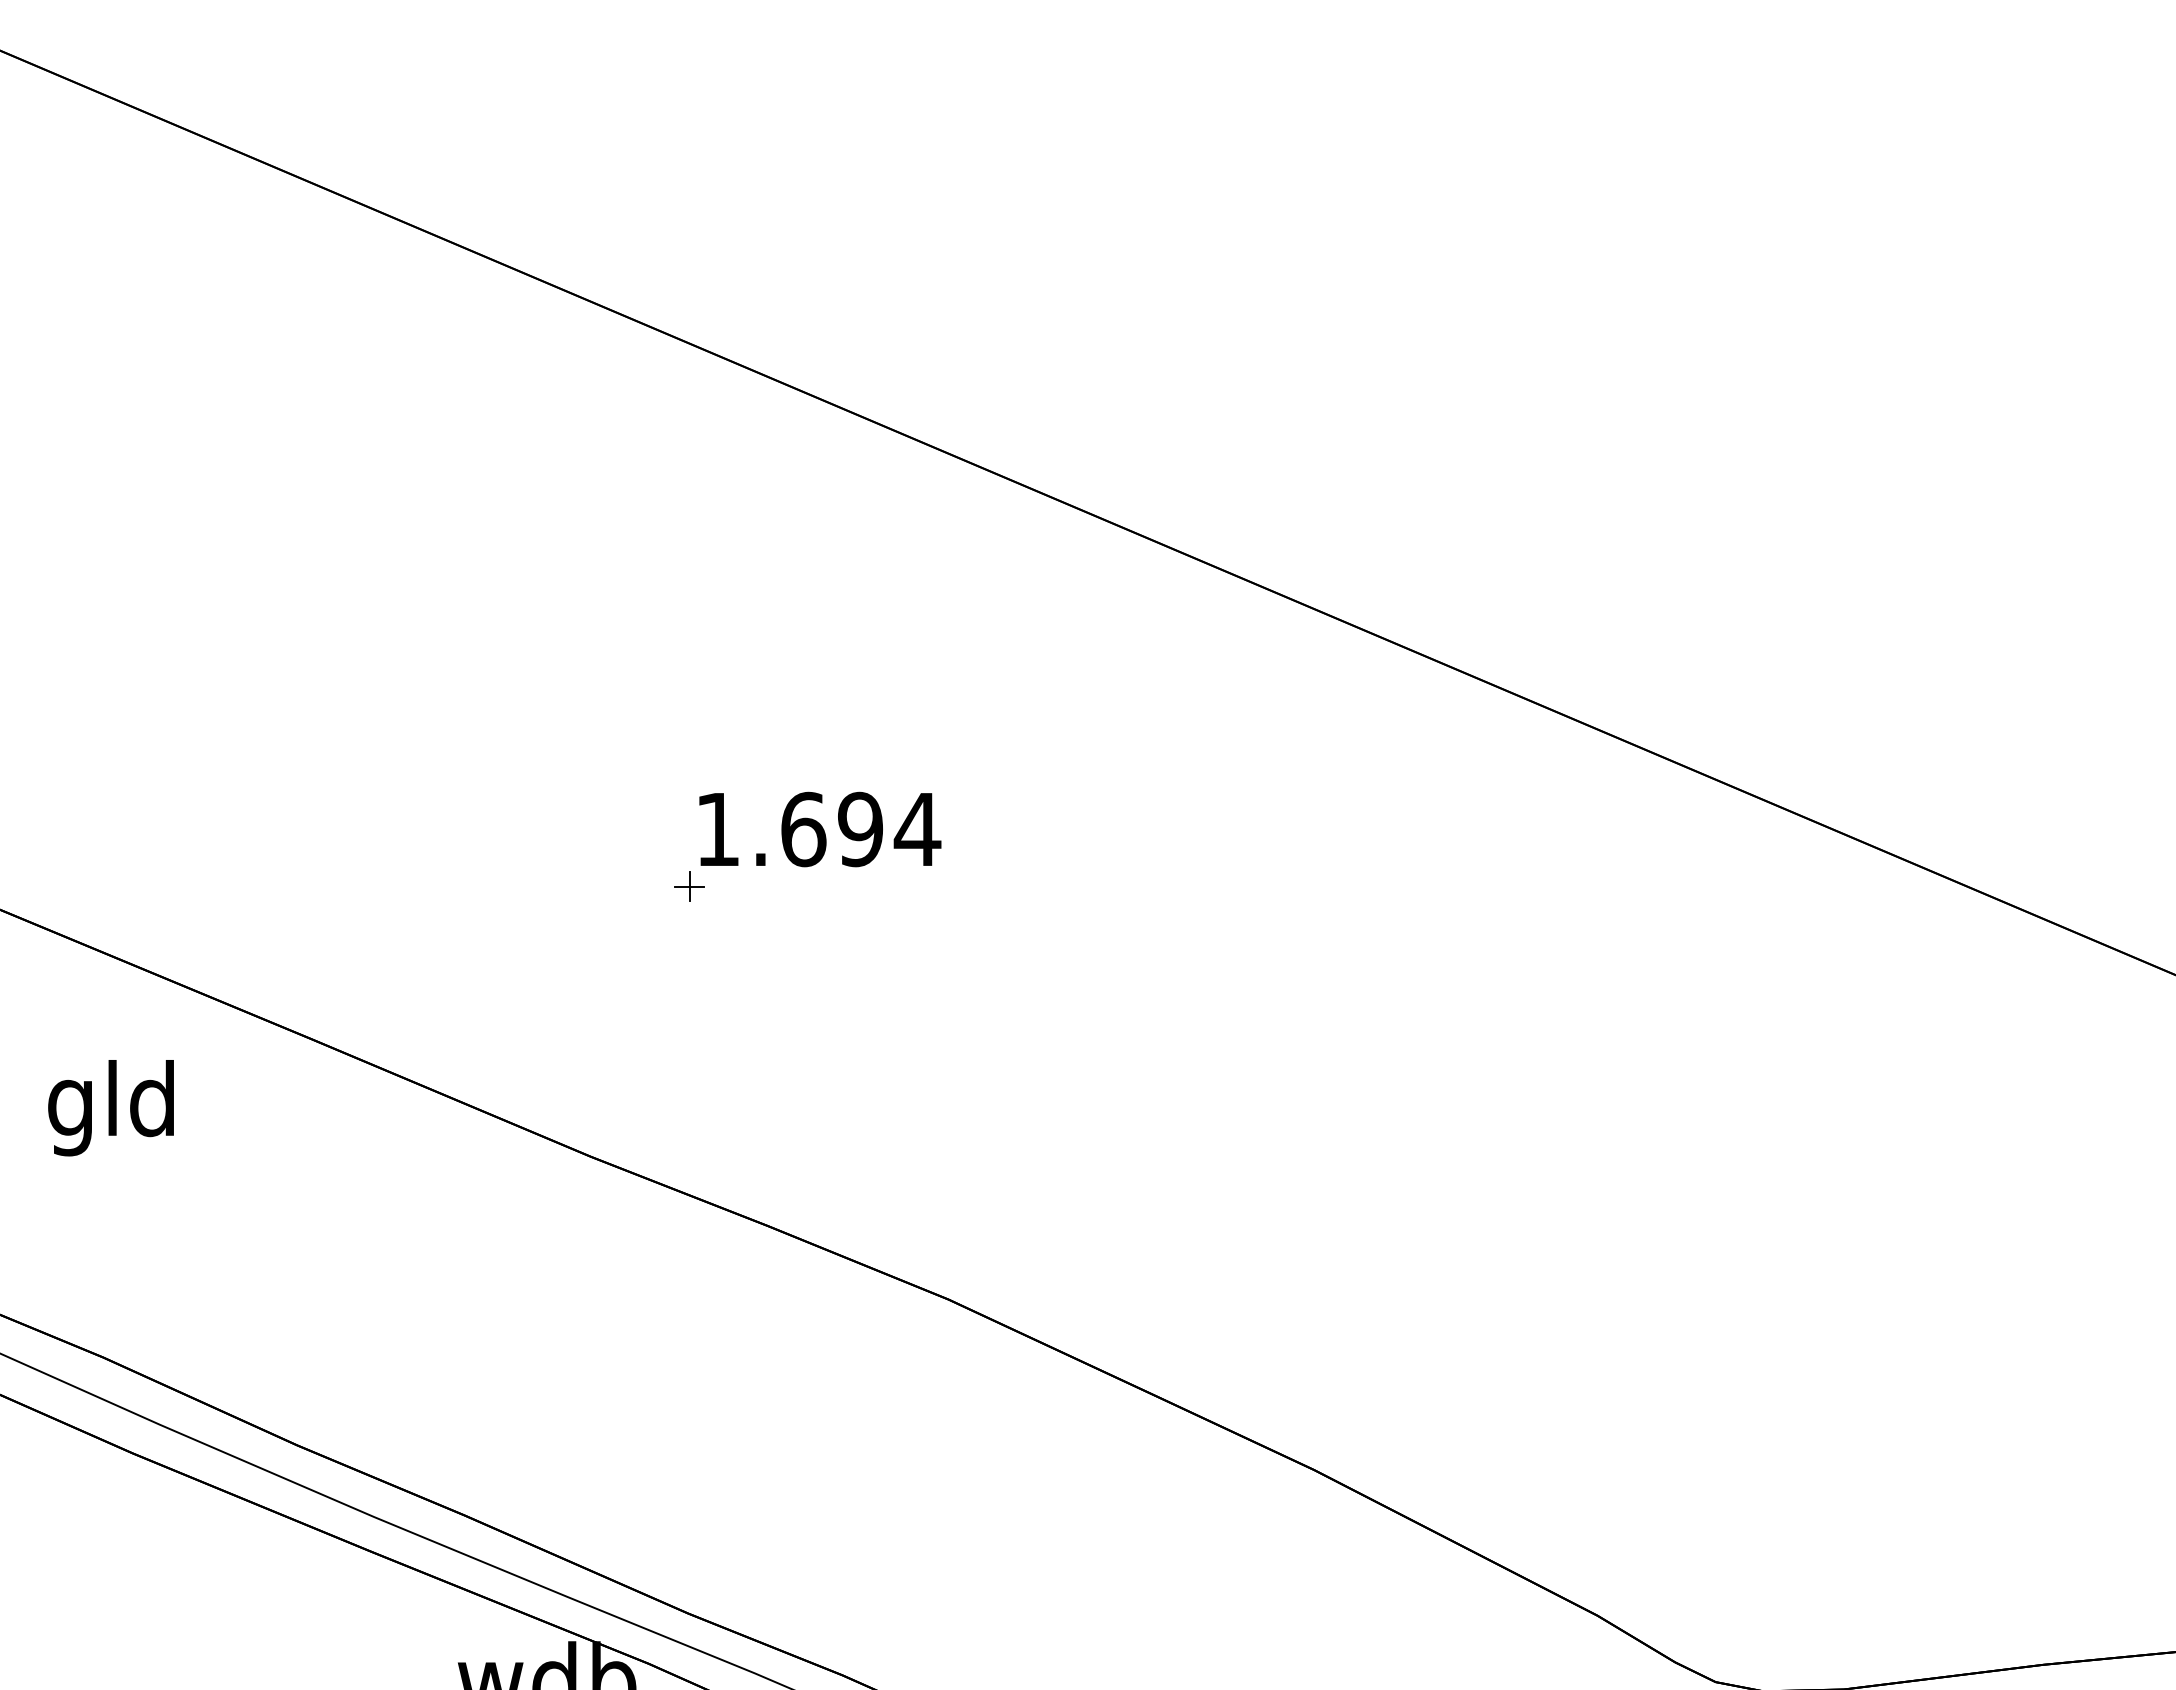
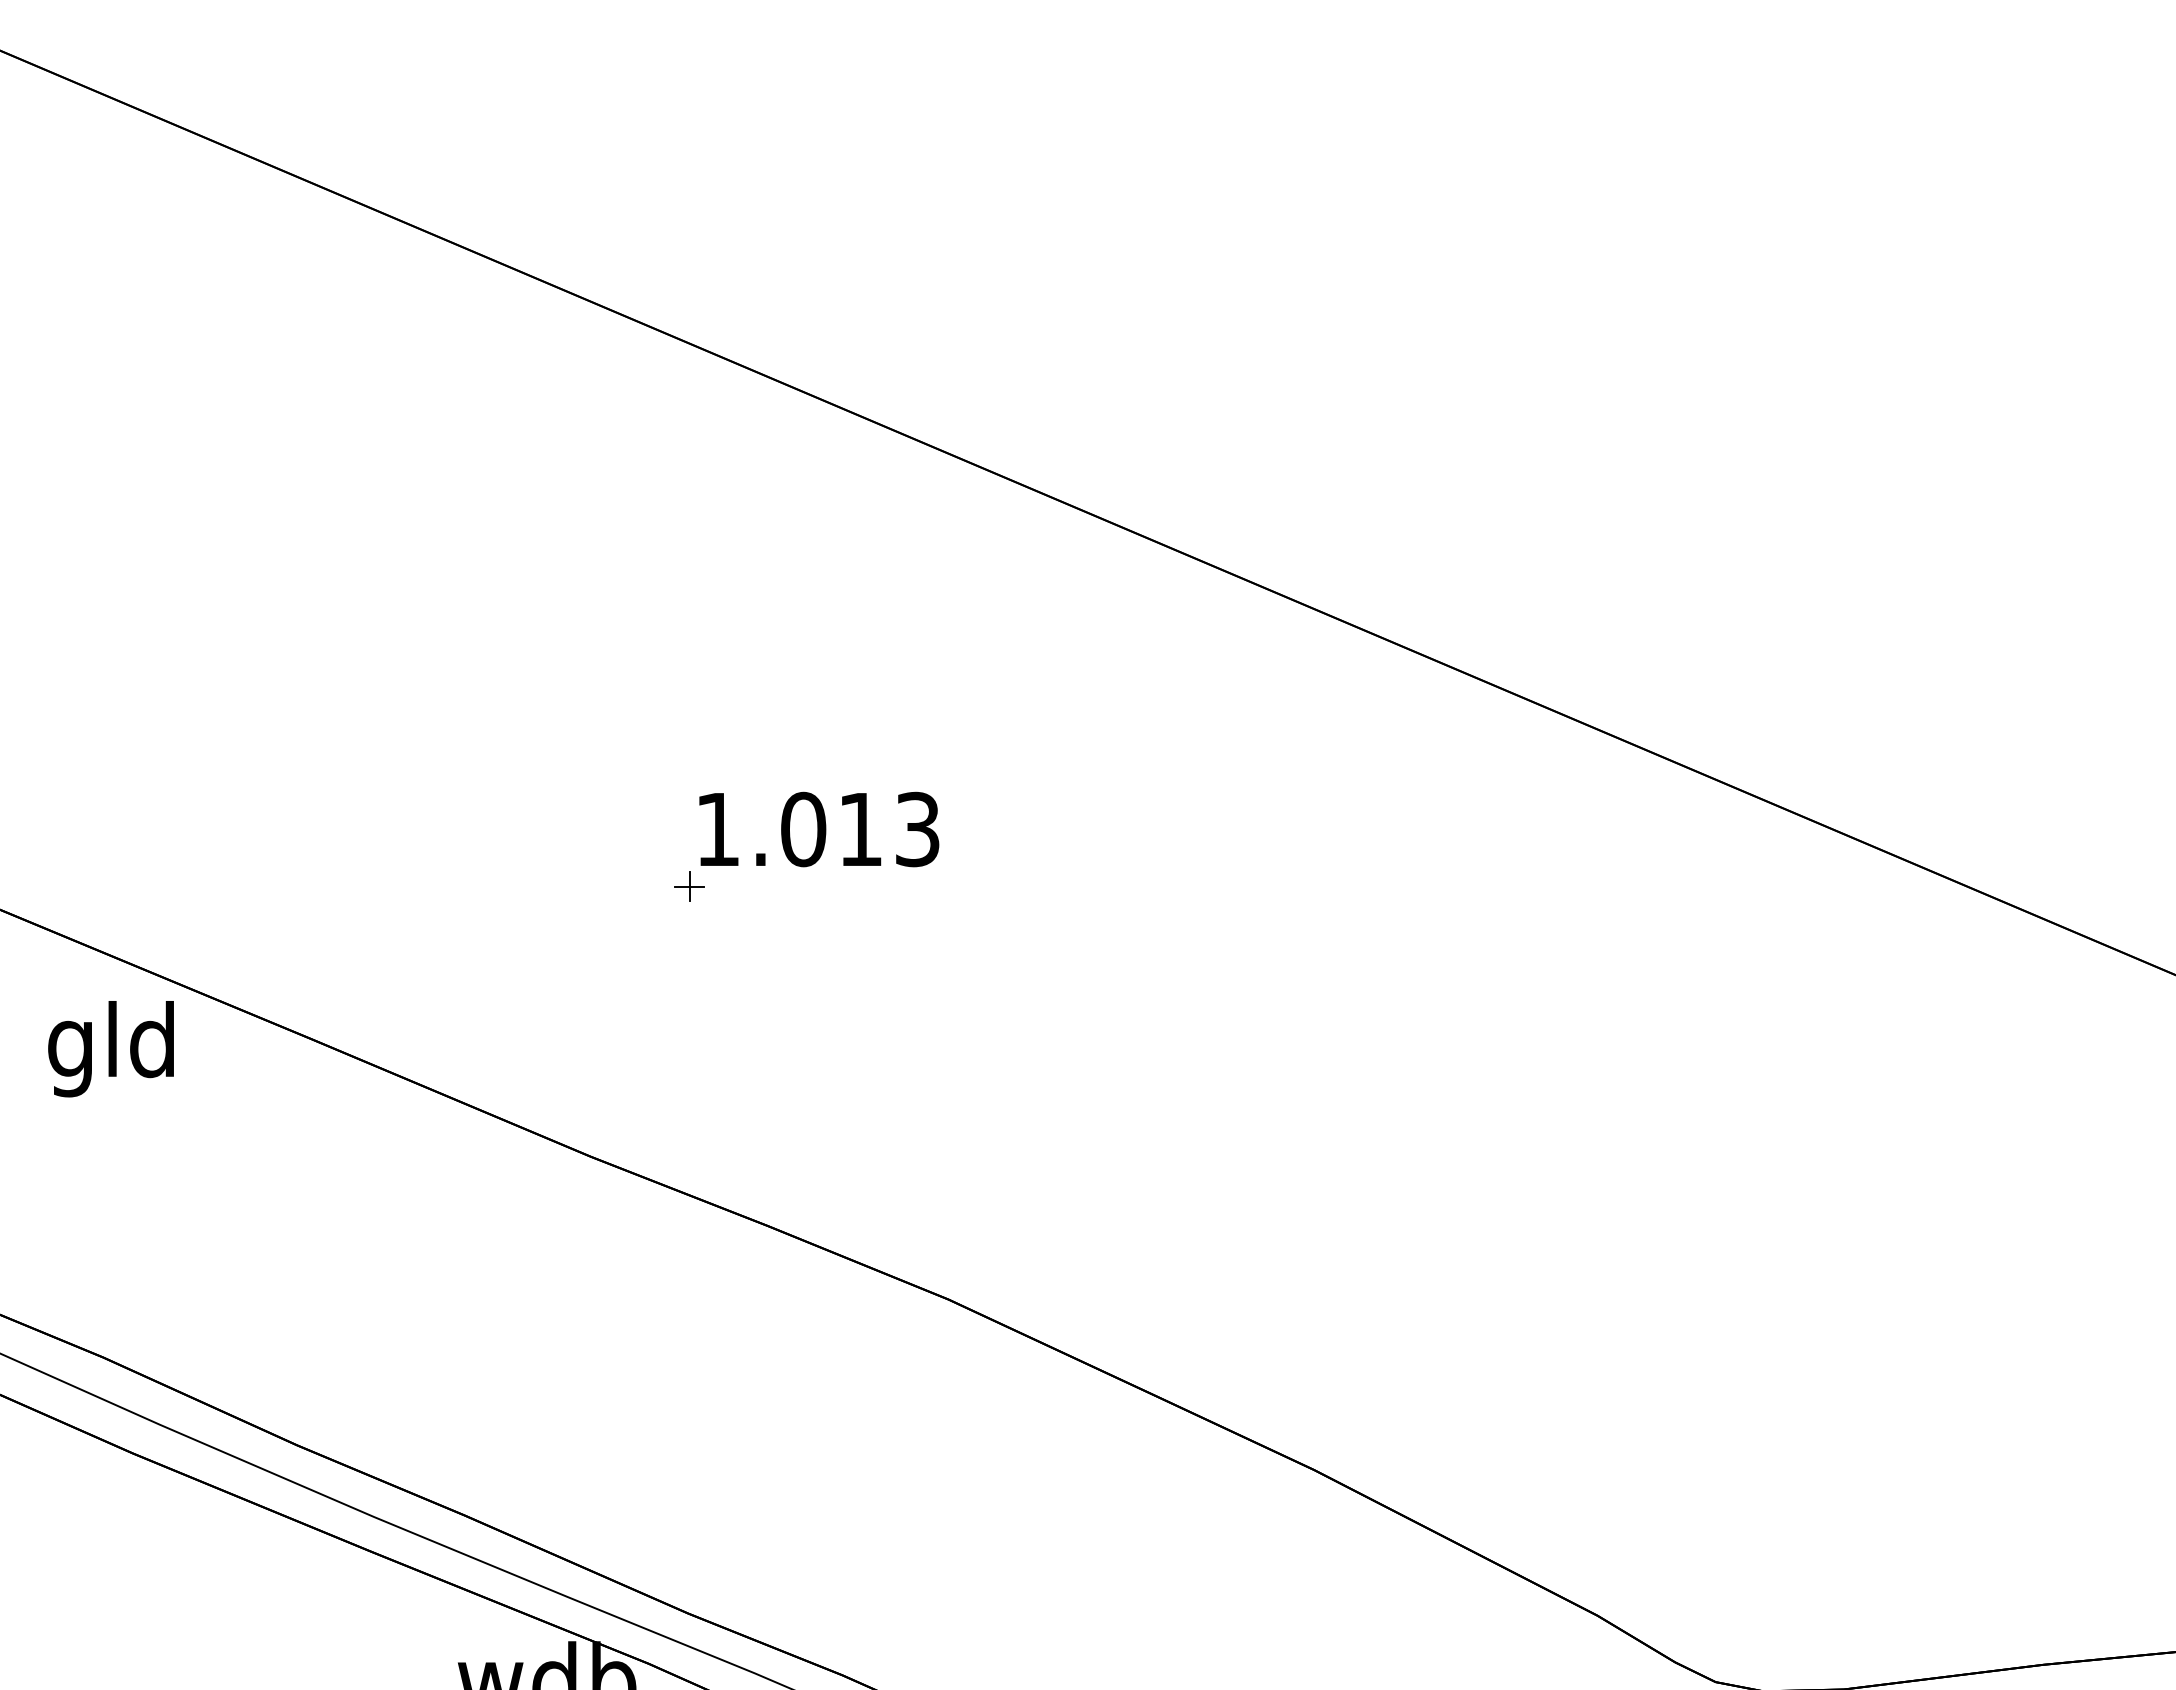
text at (861, 829): 1.694 -> 1.013
text at (110, 1108) position: (110, 1108) -> (110, 1049)
